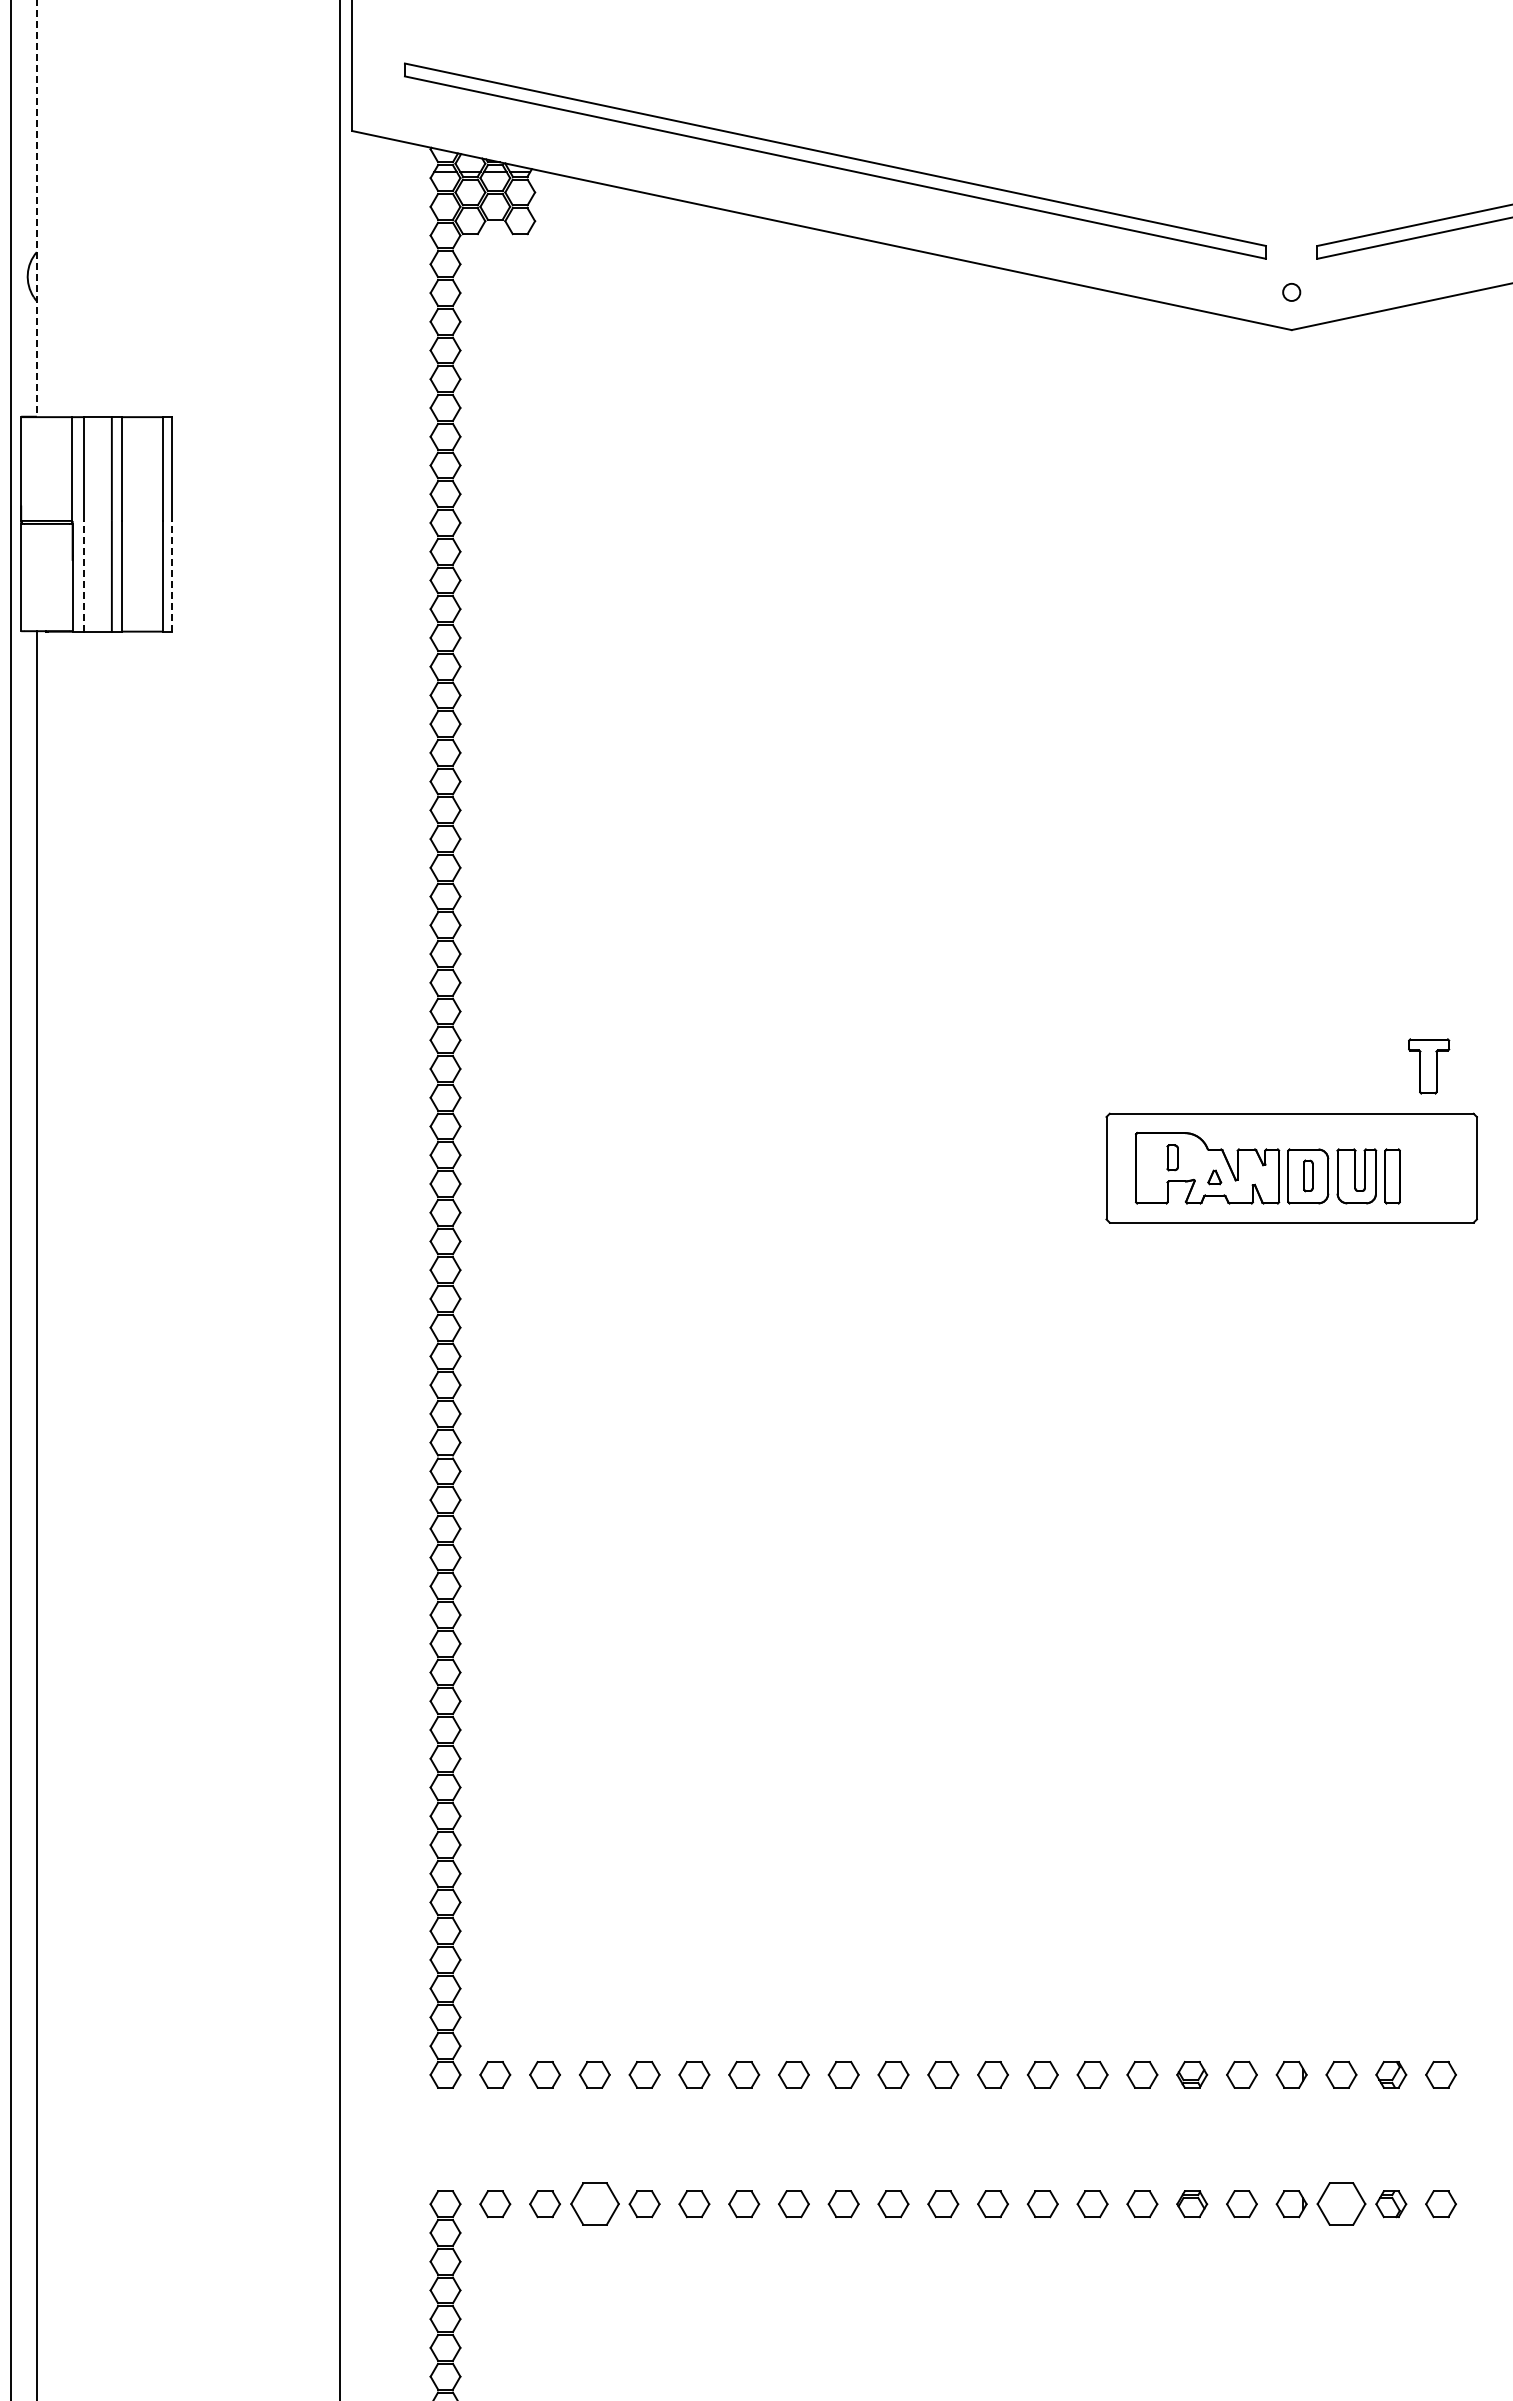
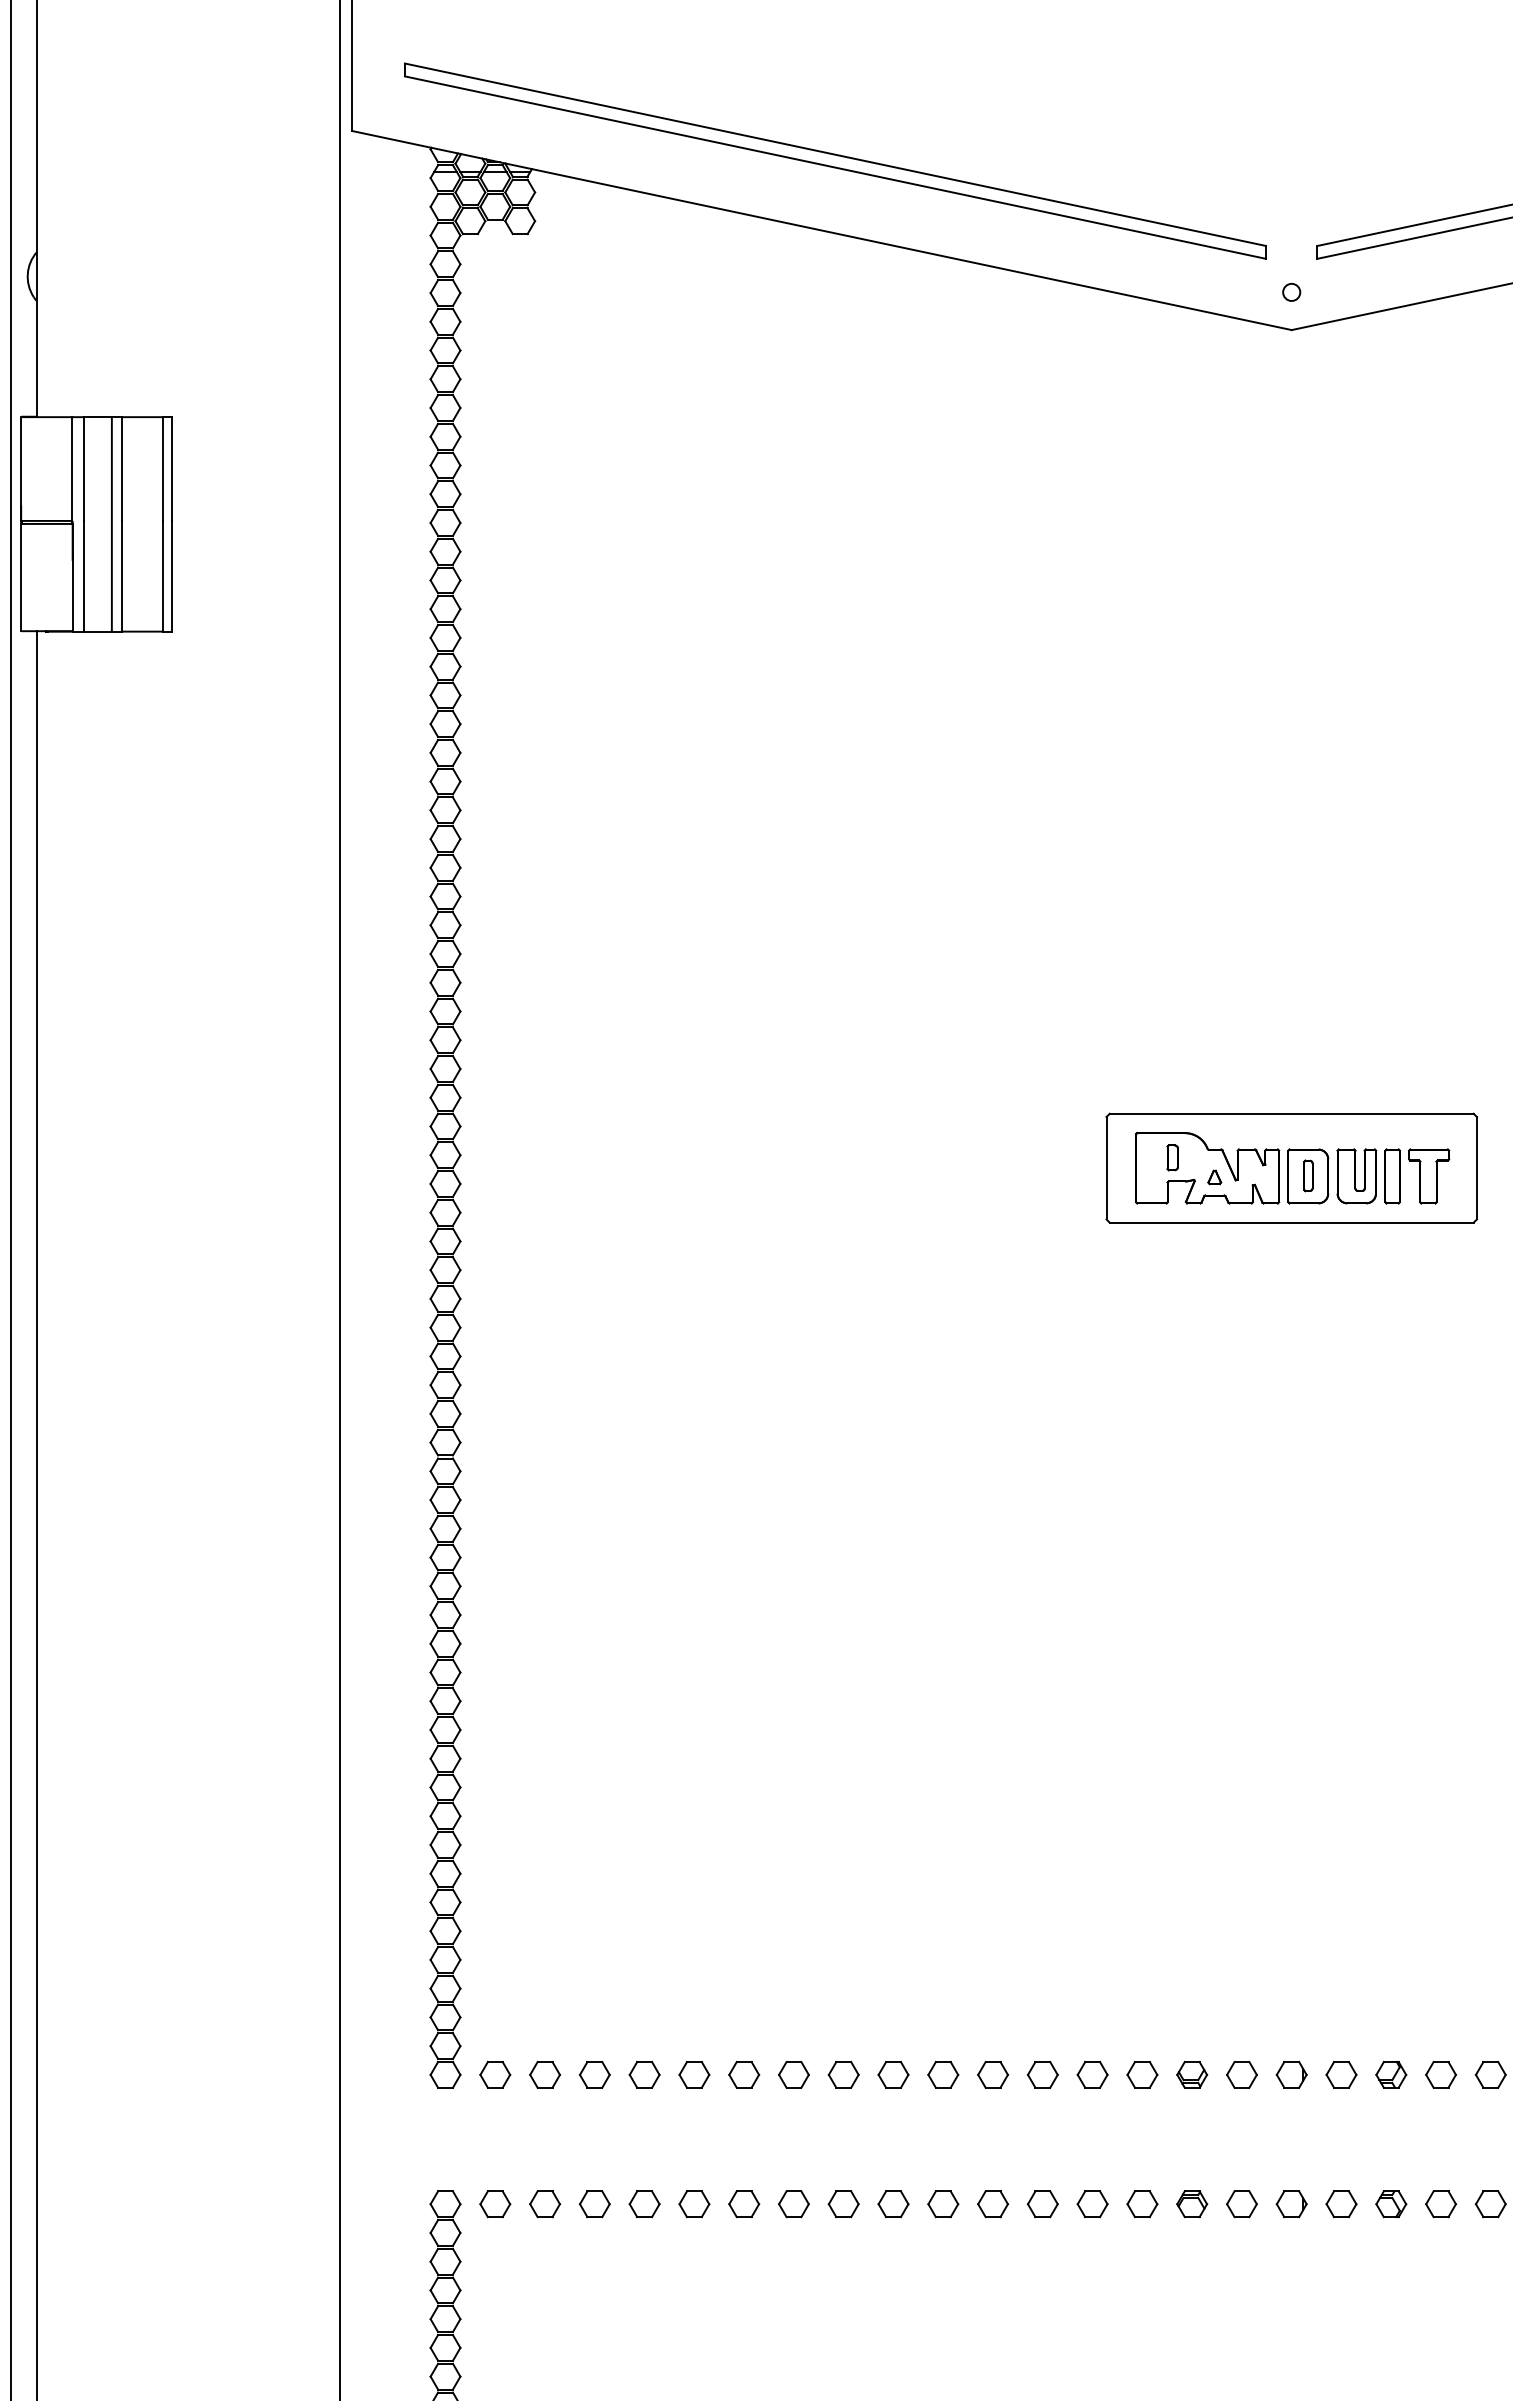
line at (36, 209): dashed -> solid
line at (84, 575): dashed -> solid
line at (171, 575): dashed -> solid
part at (1429, 1066) position: (1429, 1066) -> (1429, 1176)
part at (1490, 2074): none -> present
part at (594, 2203) size: 50x44 px -> 33x29 px
part at (1341, 2203) size: 51x44 px -> 33x29 px
part at (1490, 2204): none -> present
